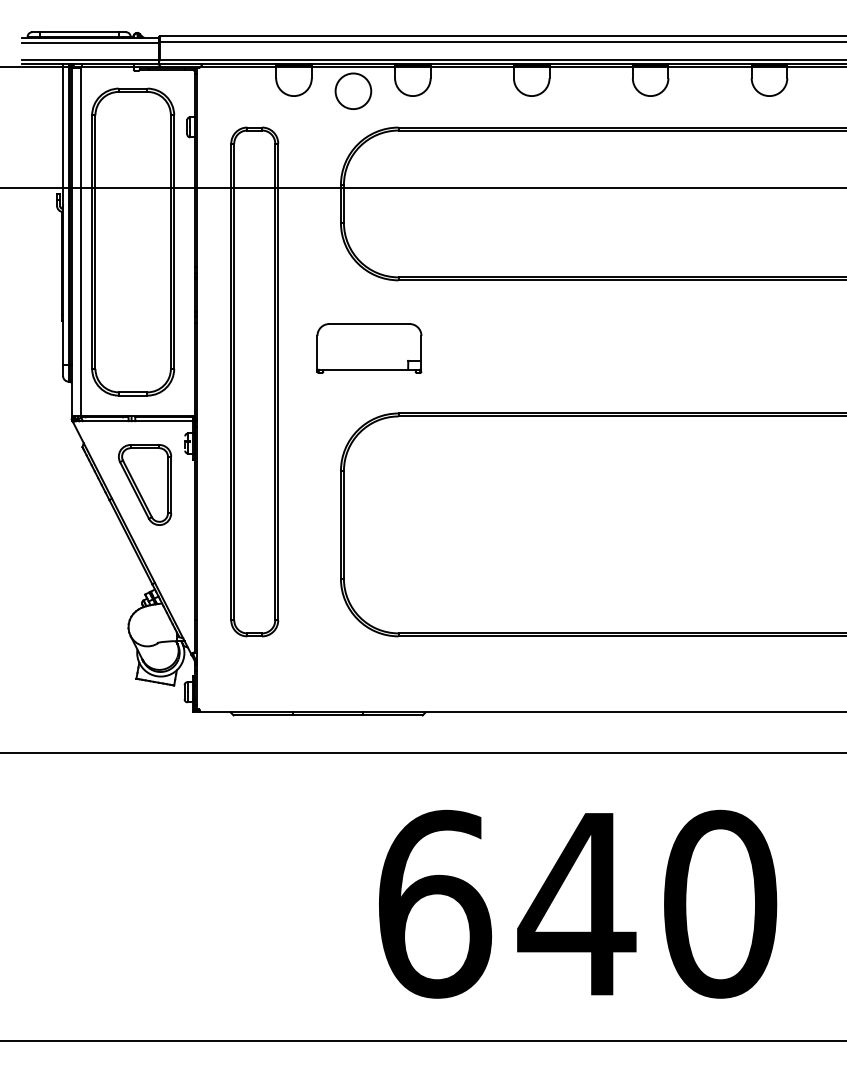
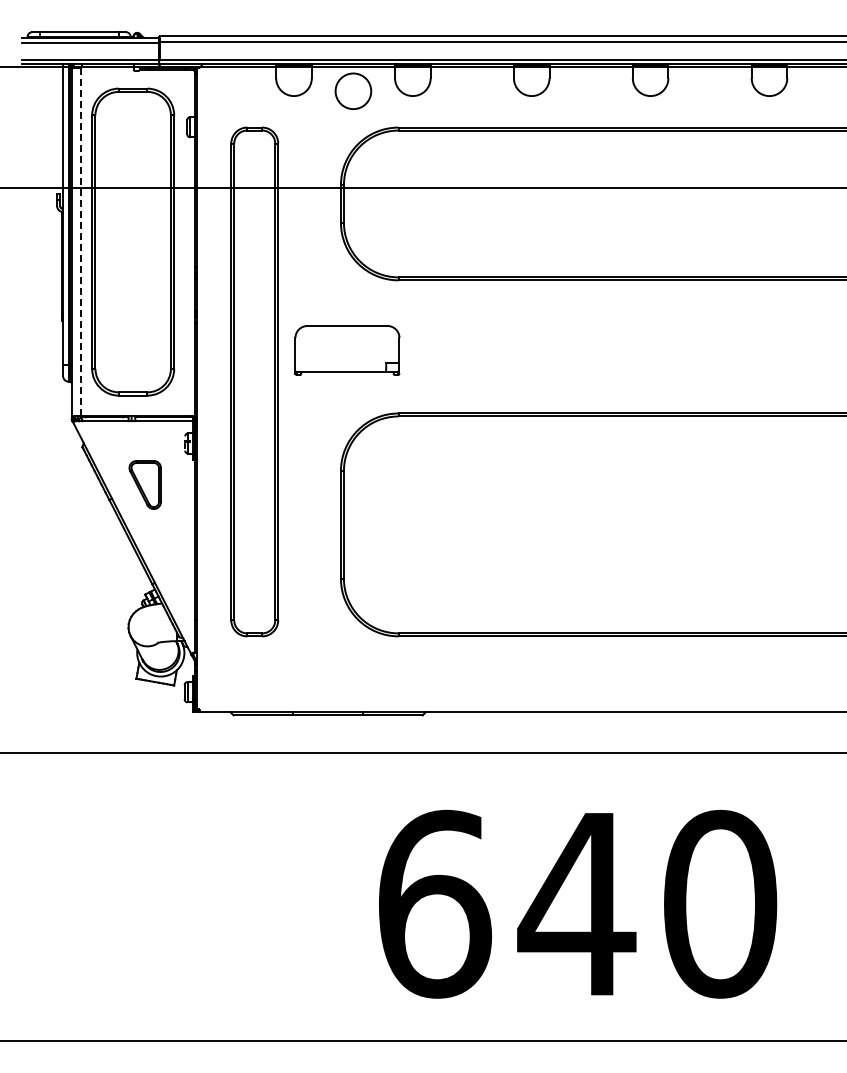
line at (80, 241): solid -> dashed
part at (369, 348) position: (369, 348) -> (347, 350)
part at (145, 484) size: 55x82 px -> 34x50 px
